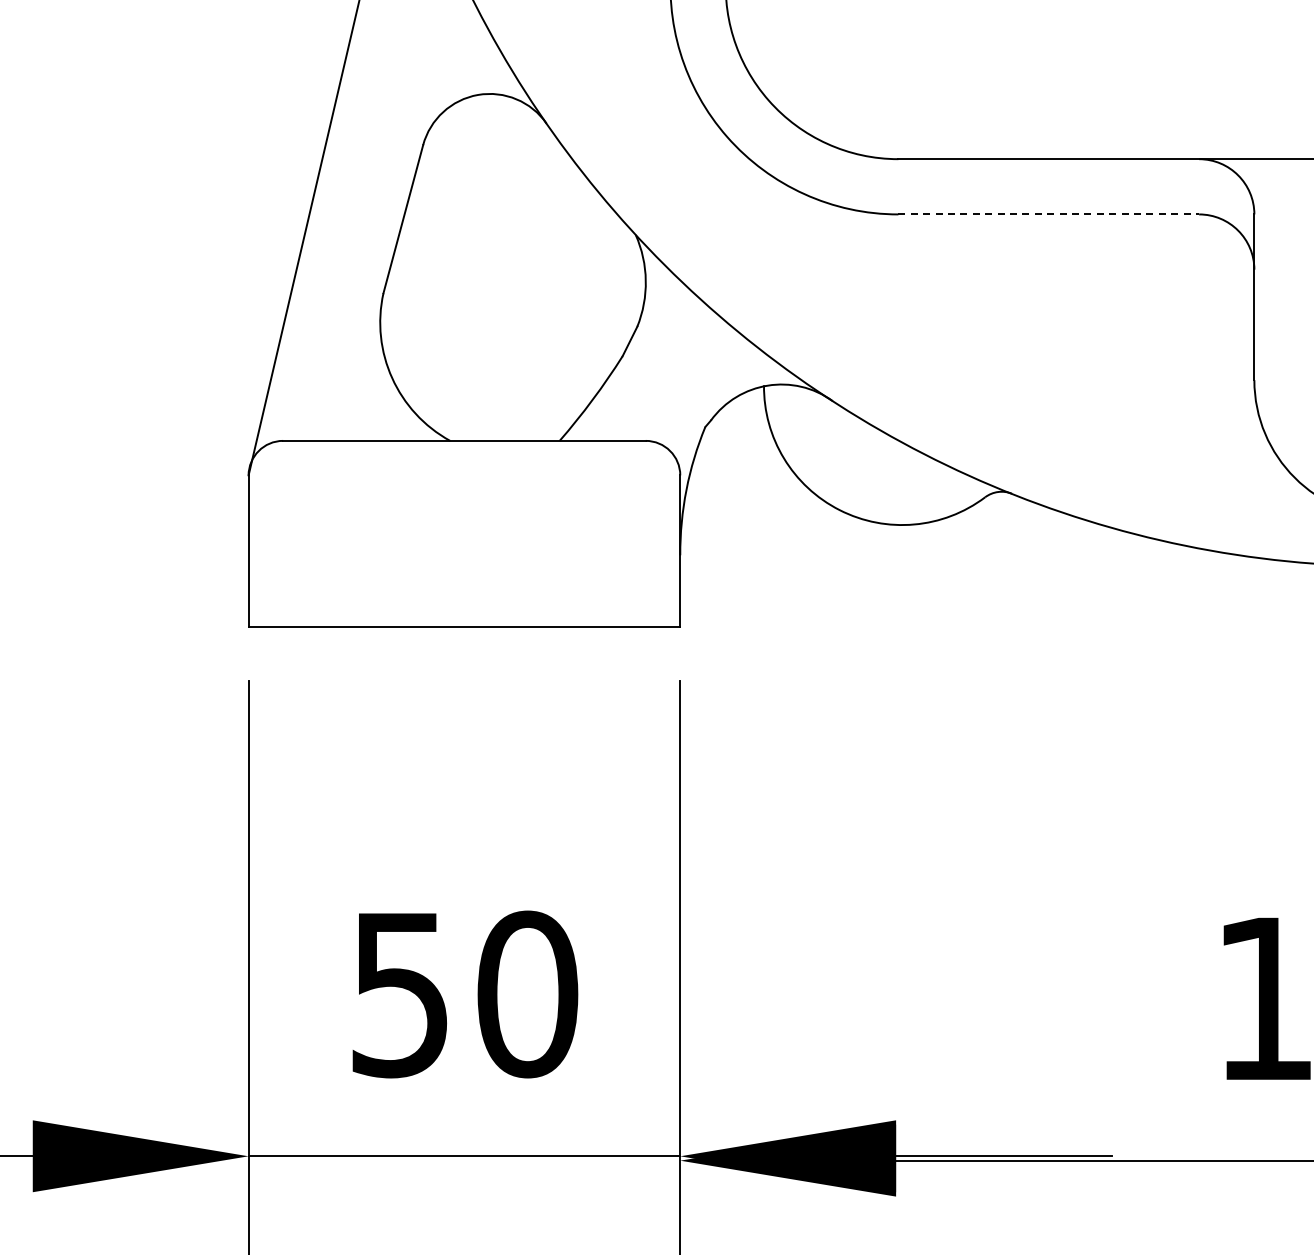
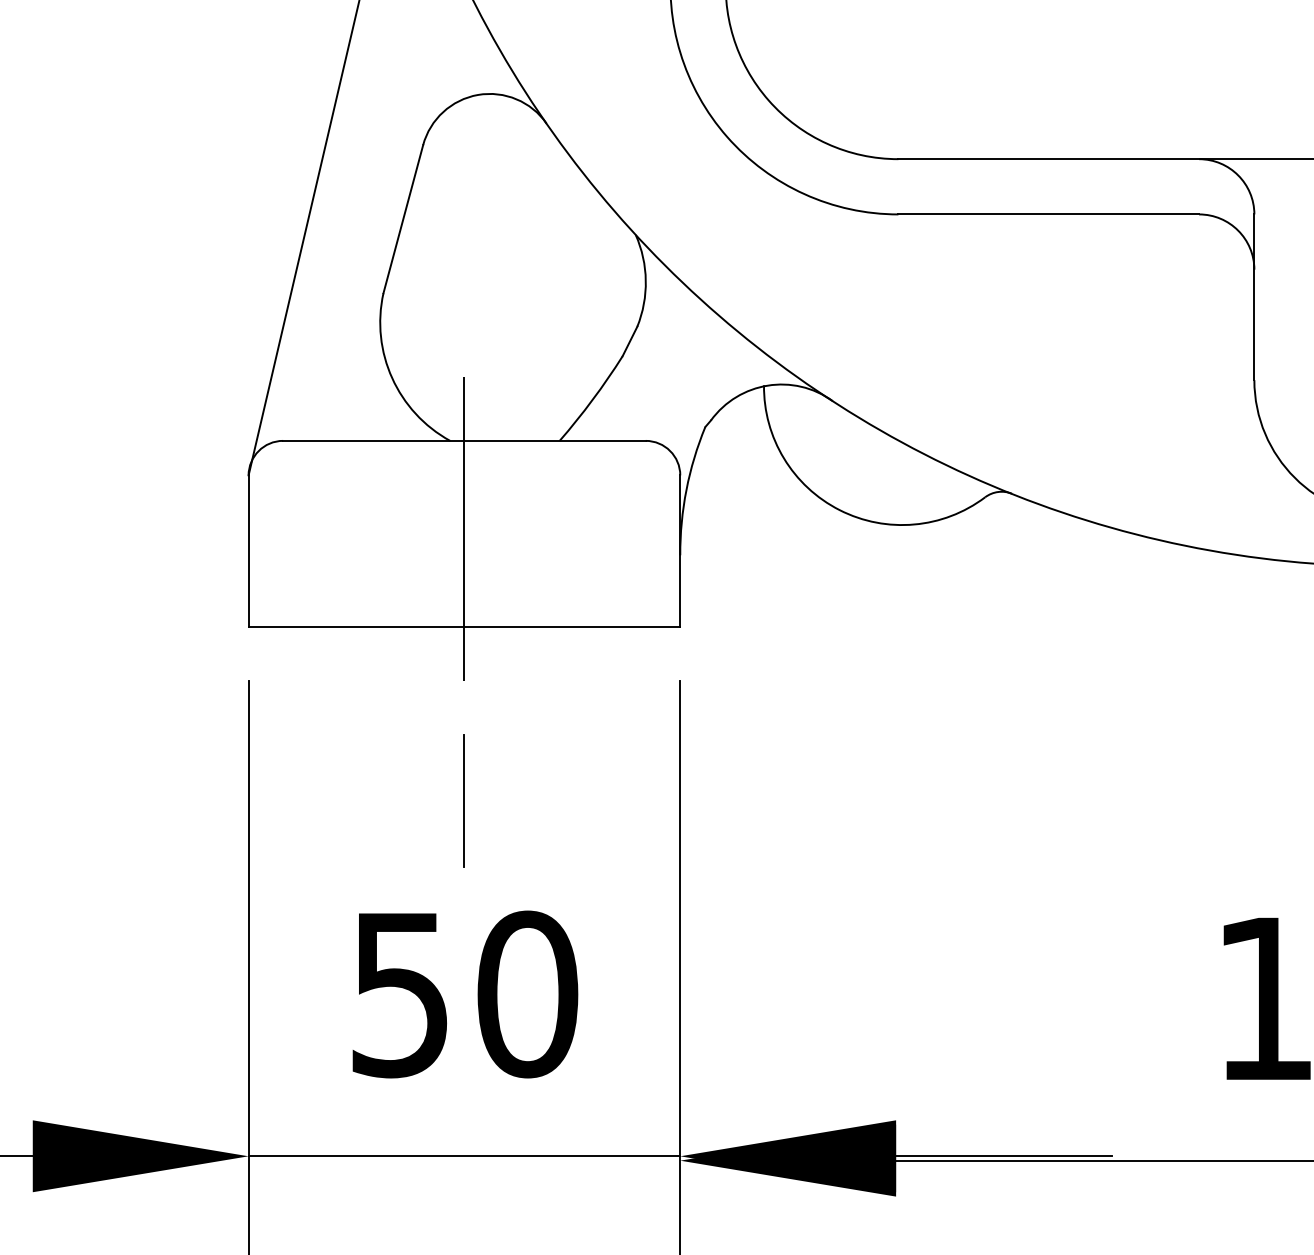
line at (1049, 214): dashed -> solid
line at (464, 529): none -> present
line at (463, 800): none -> present
